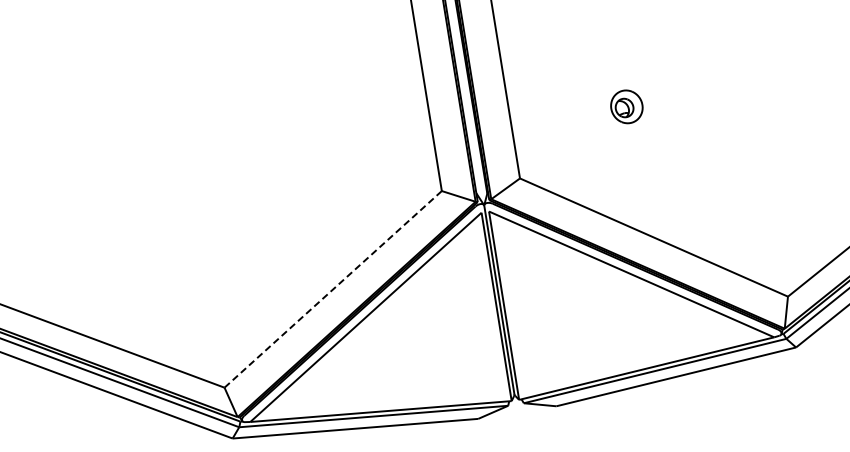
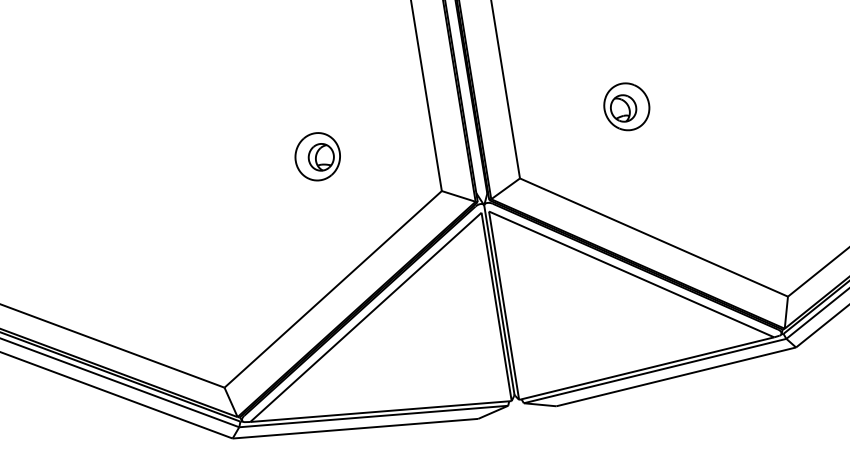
part at (626, 106) size: 34x36 px -> 48x50 px
part at (317, 156): none -> present
line at (333, 289): dashed -> solid
